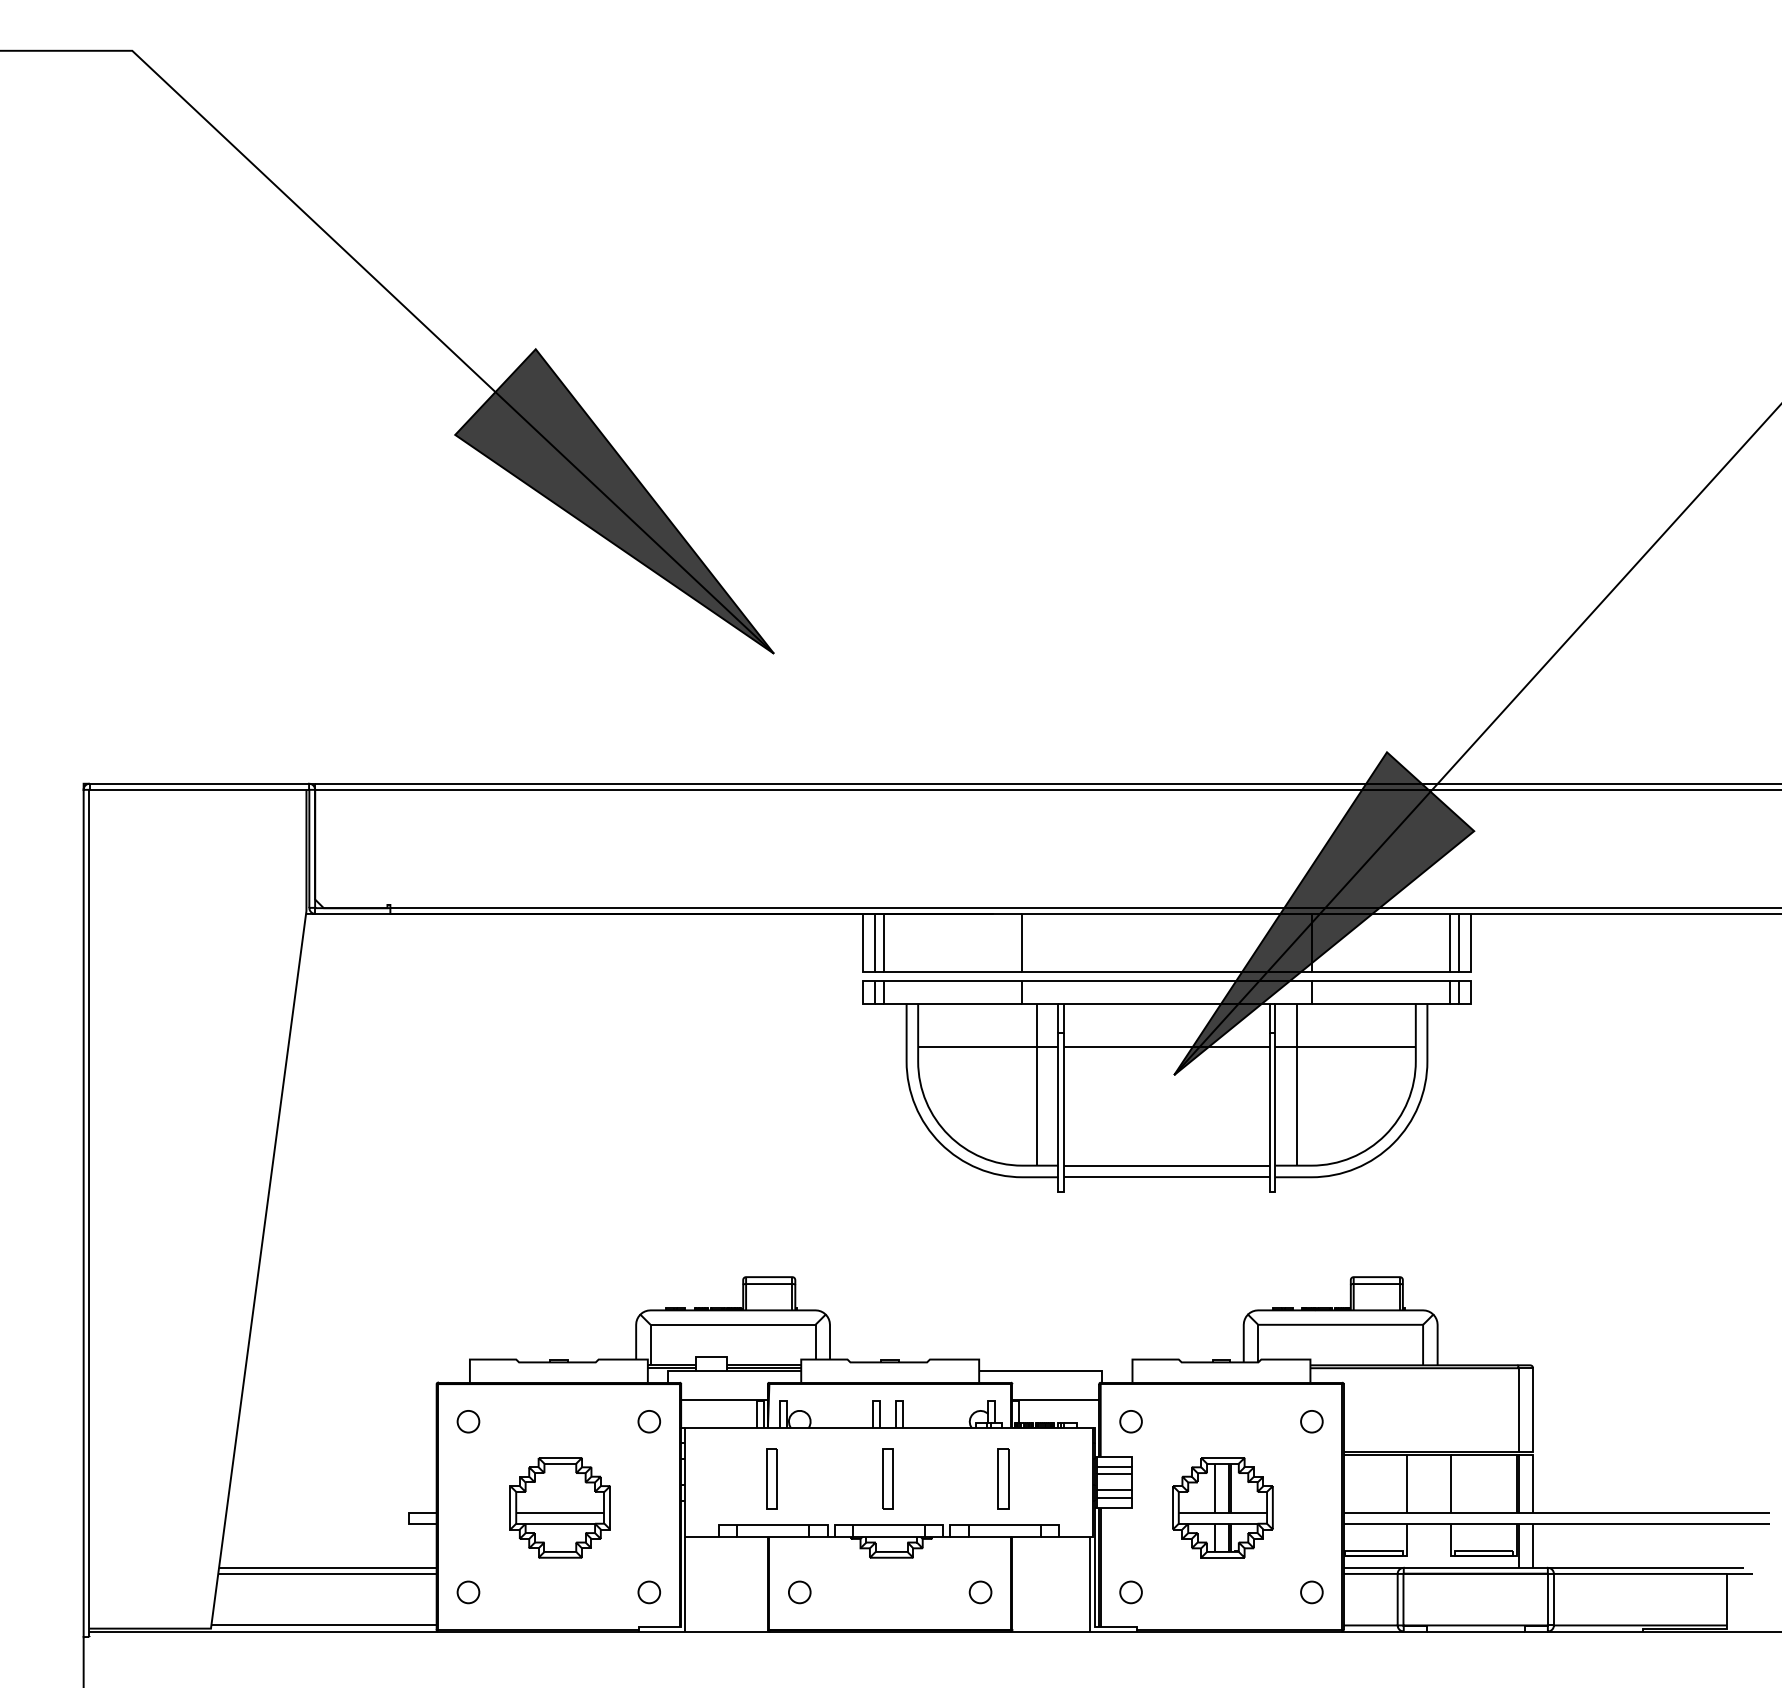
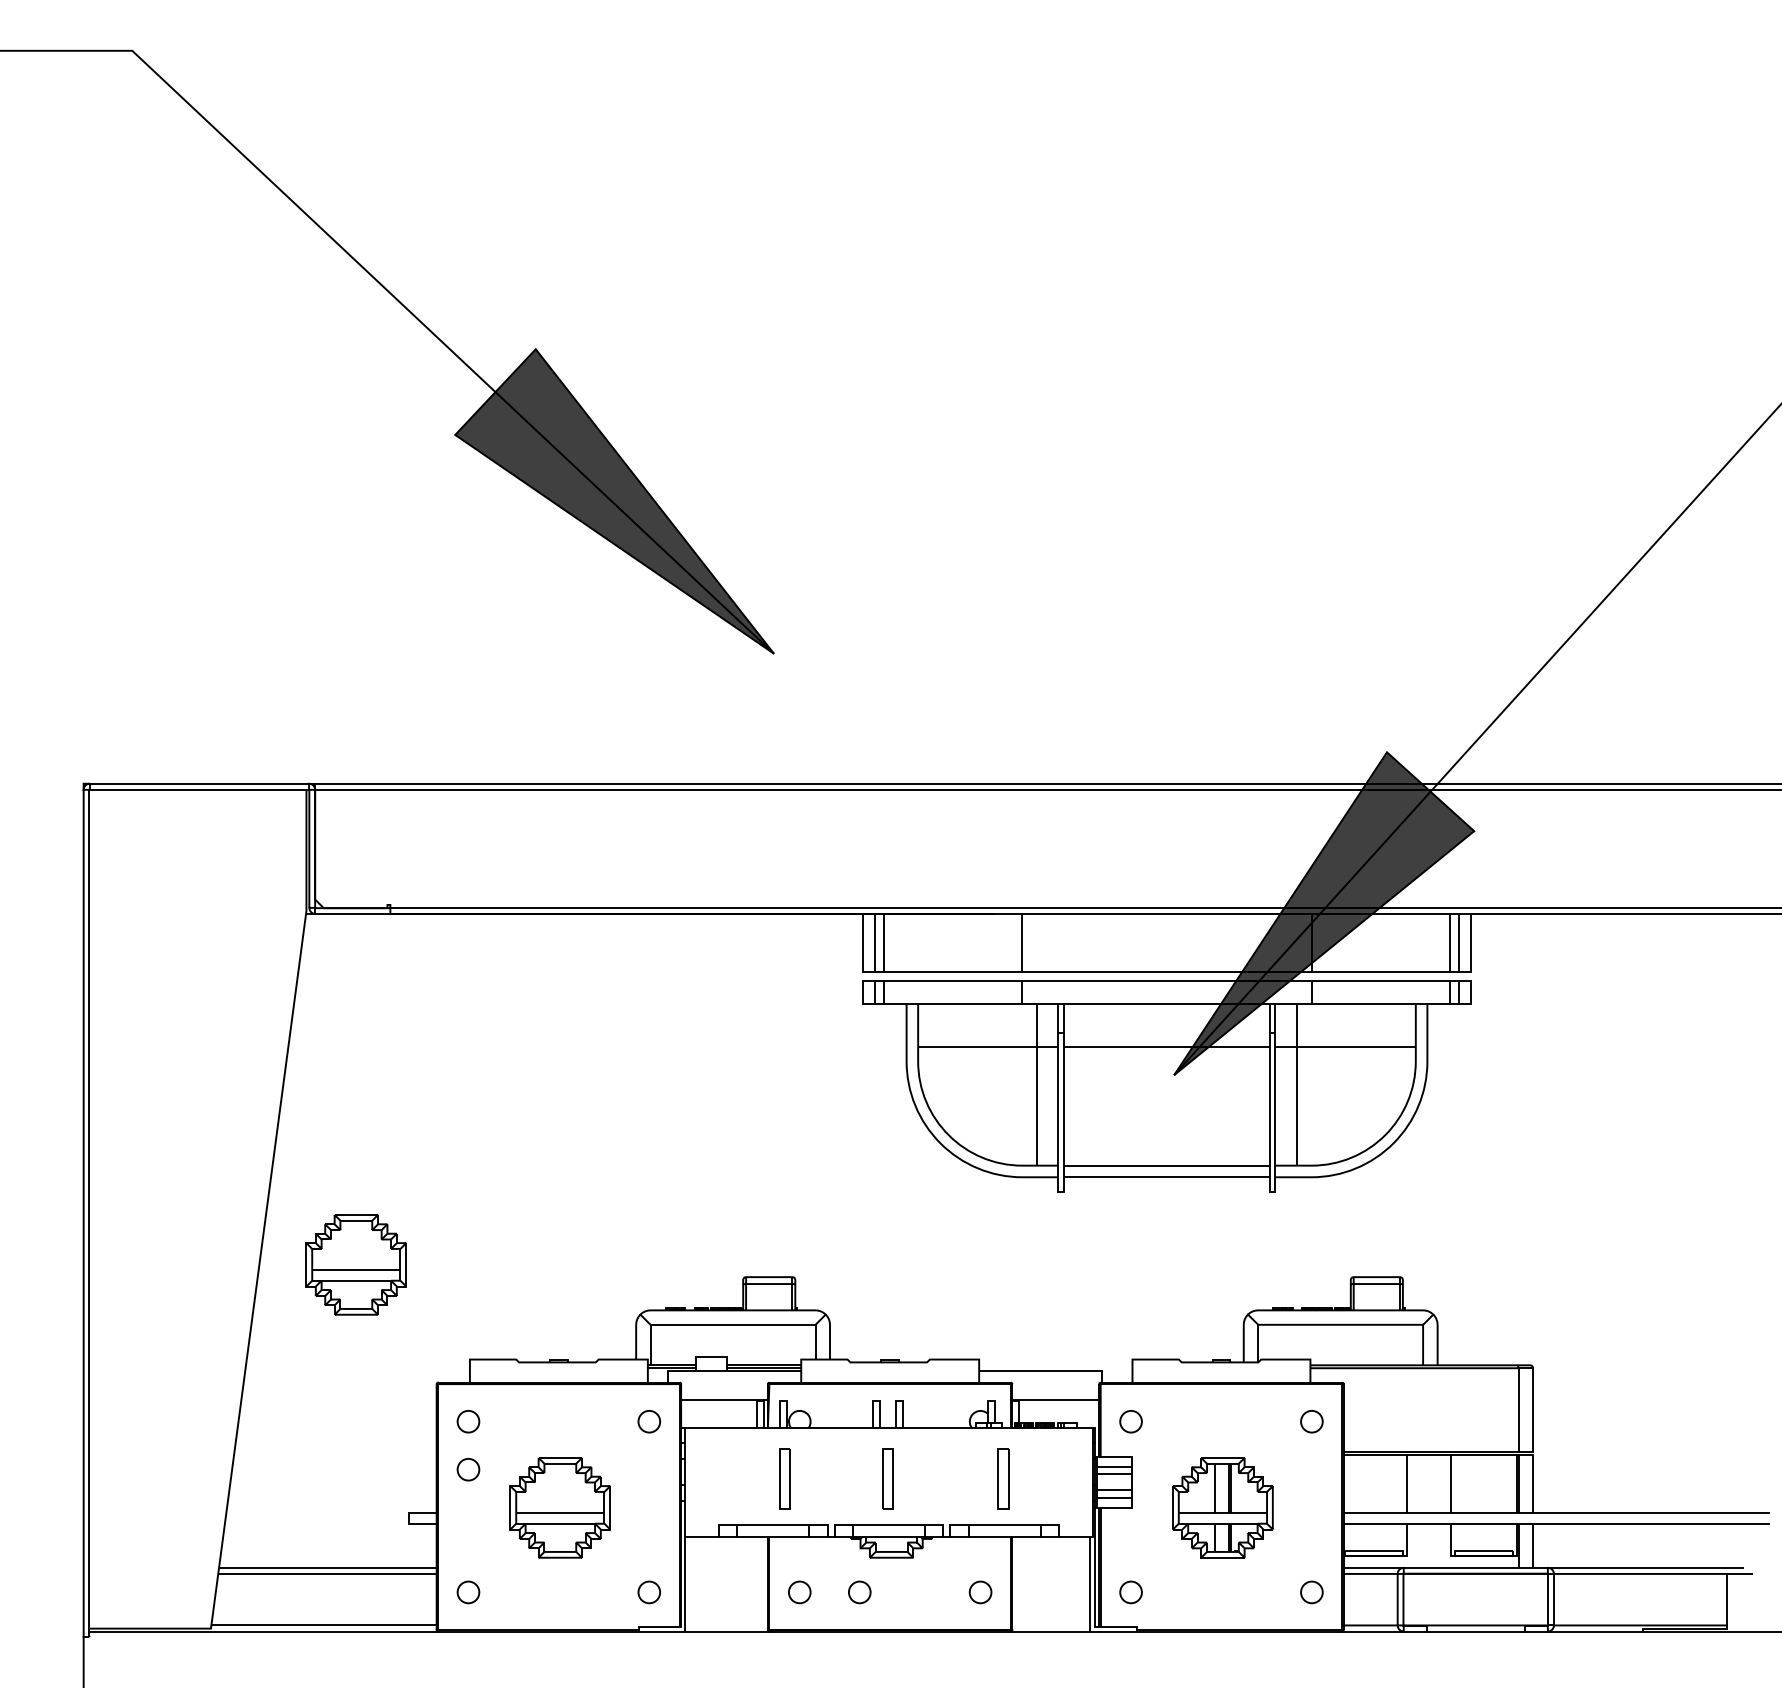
part at (355, 1264): none -> present
circle at (468, 1469): none -> present
part at (771, 1478) position: (771, 1478) -> (784, 1478)
circle at (859, 1592): none -> present
